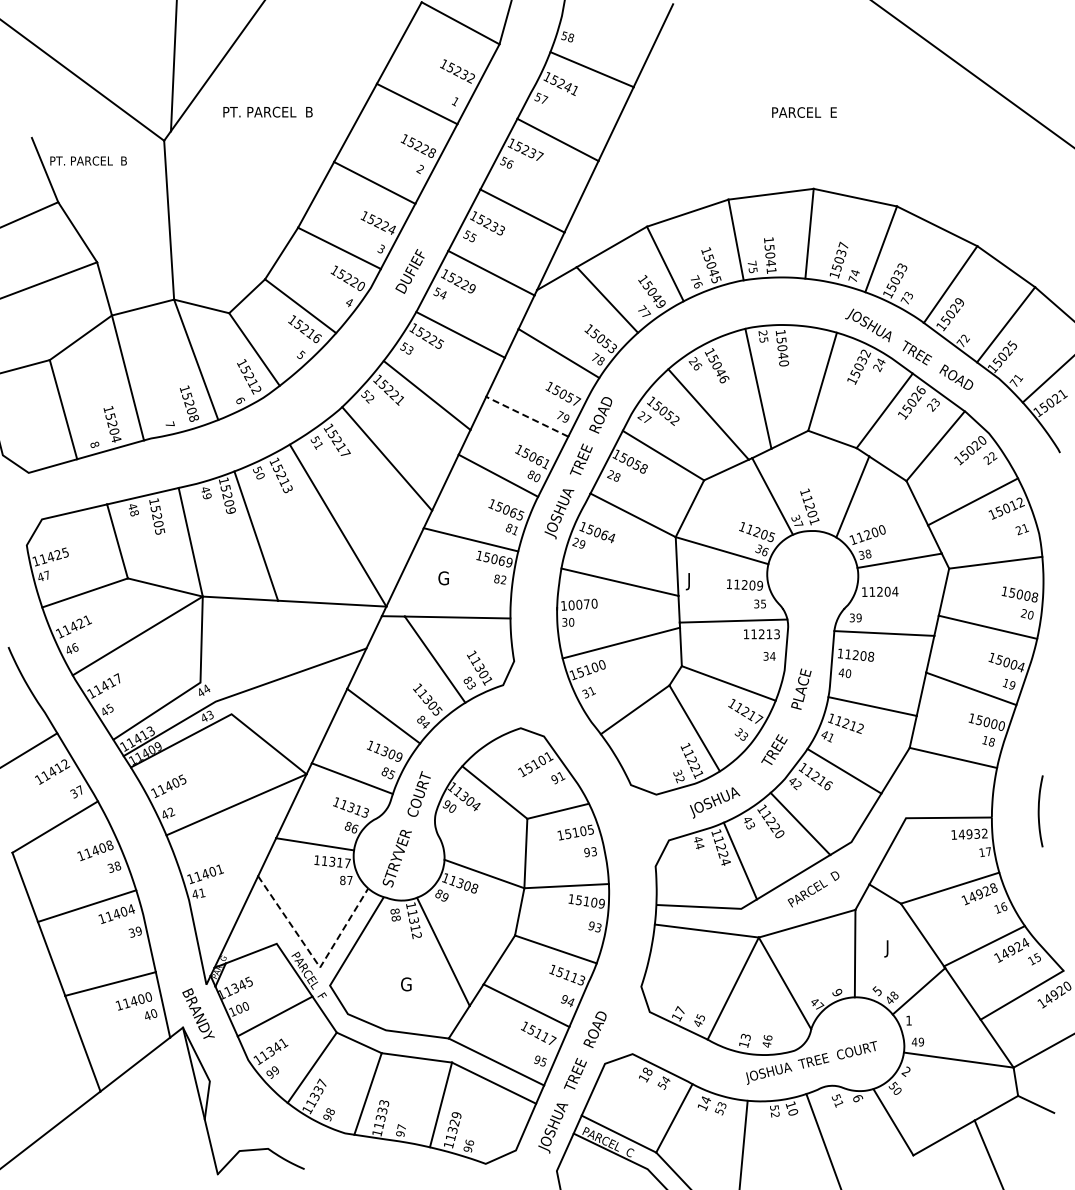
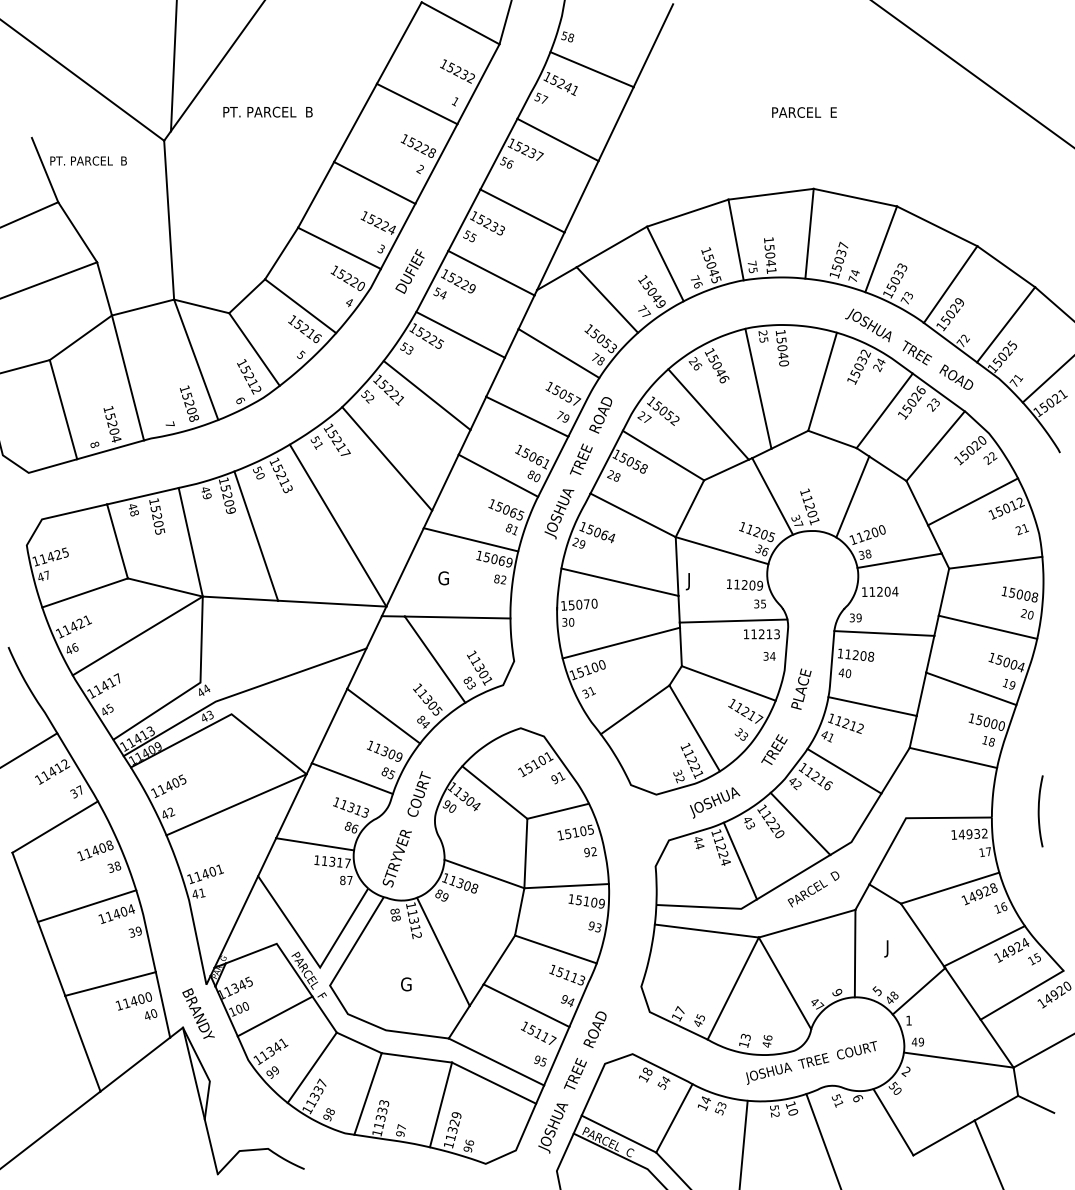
line at (527, 416): dashed -> solid
text at (571, 605): 10070 -> 15070
text at (594, 851): 93 -> 92
line at (315, 961): dashed -> solid
